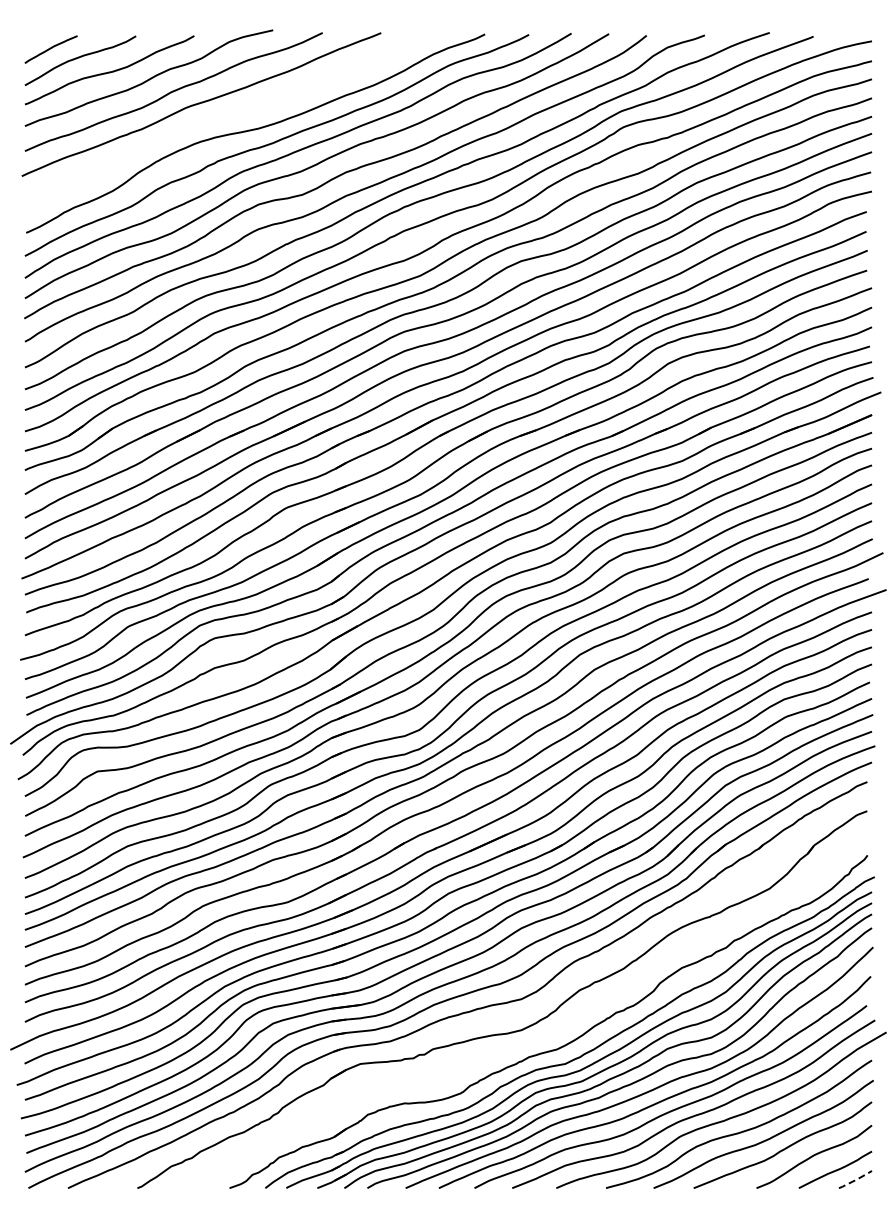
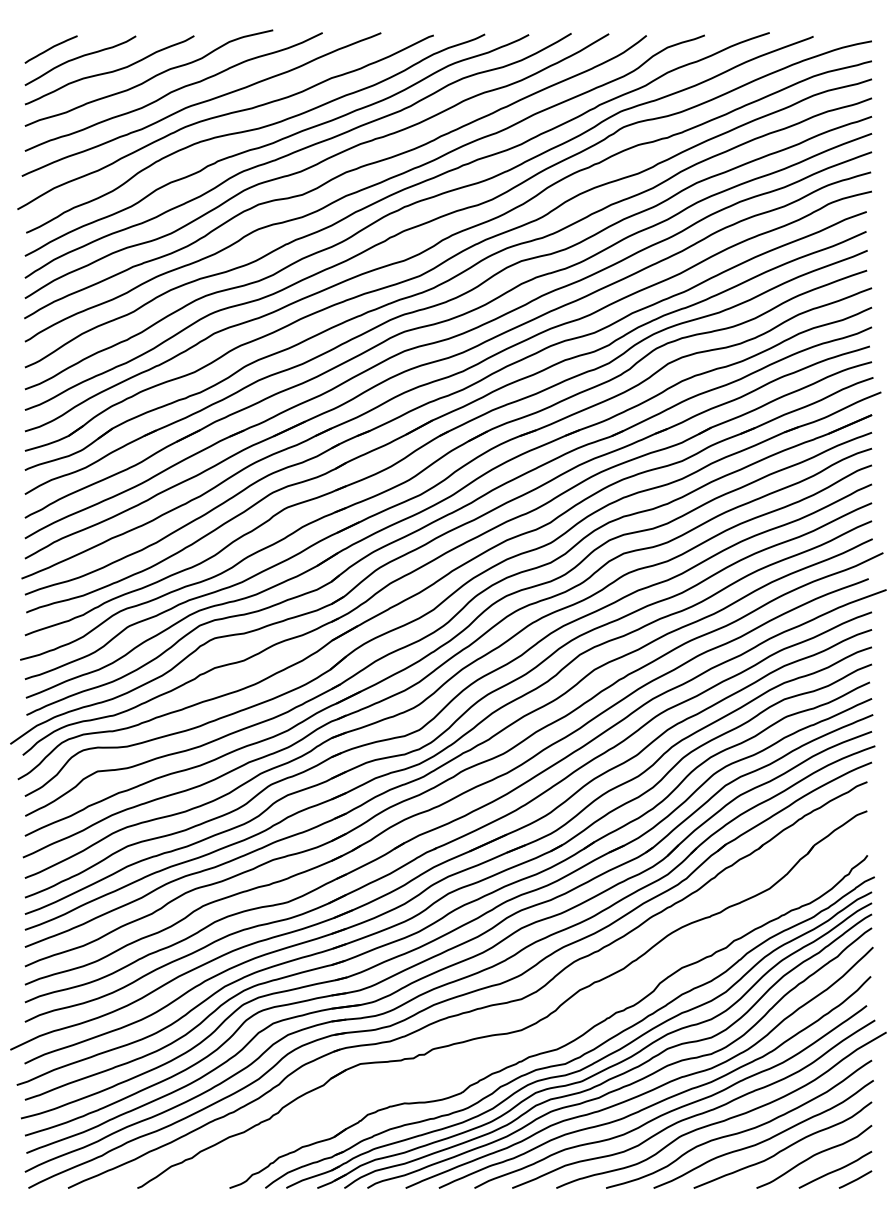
curve at (223, 116): none -> present
line at (855, 1180): dashed -> solid
